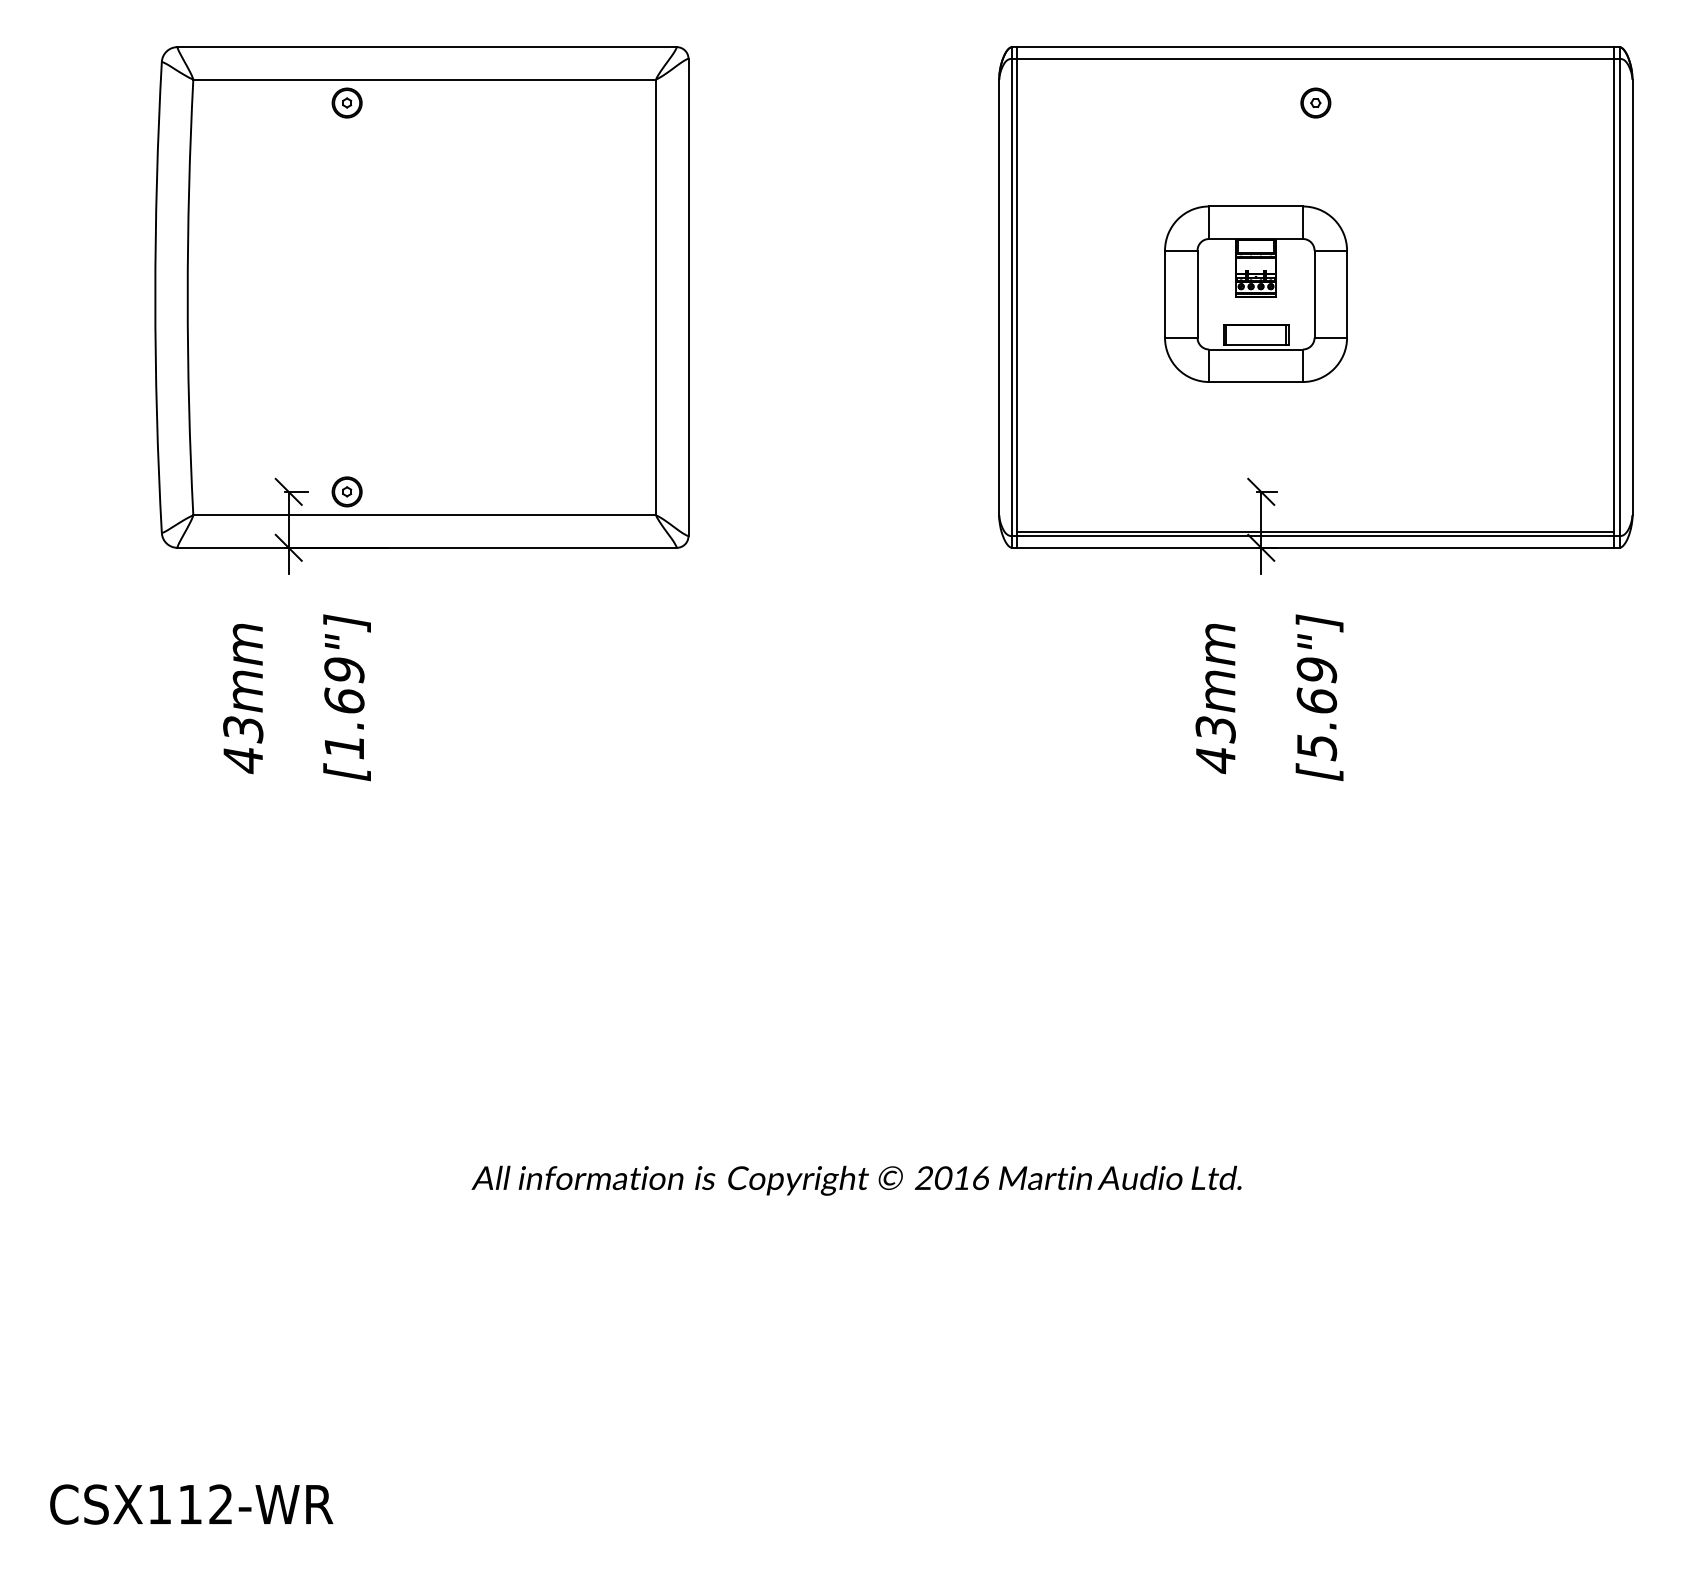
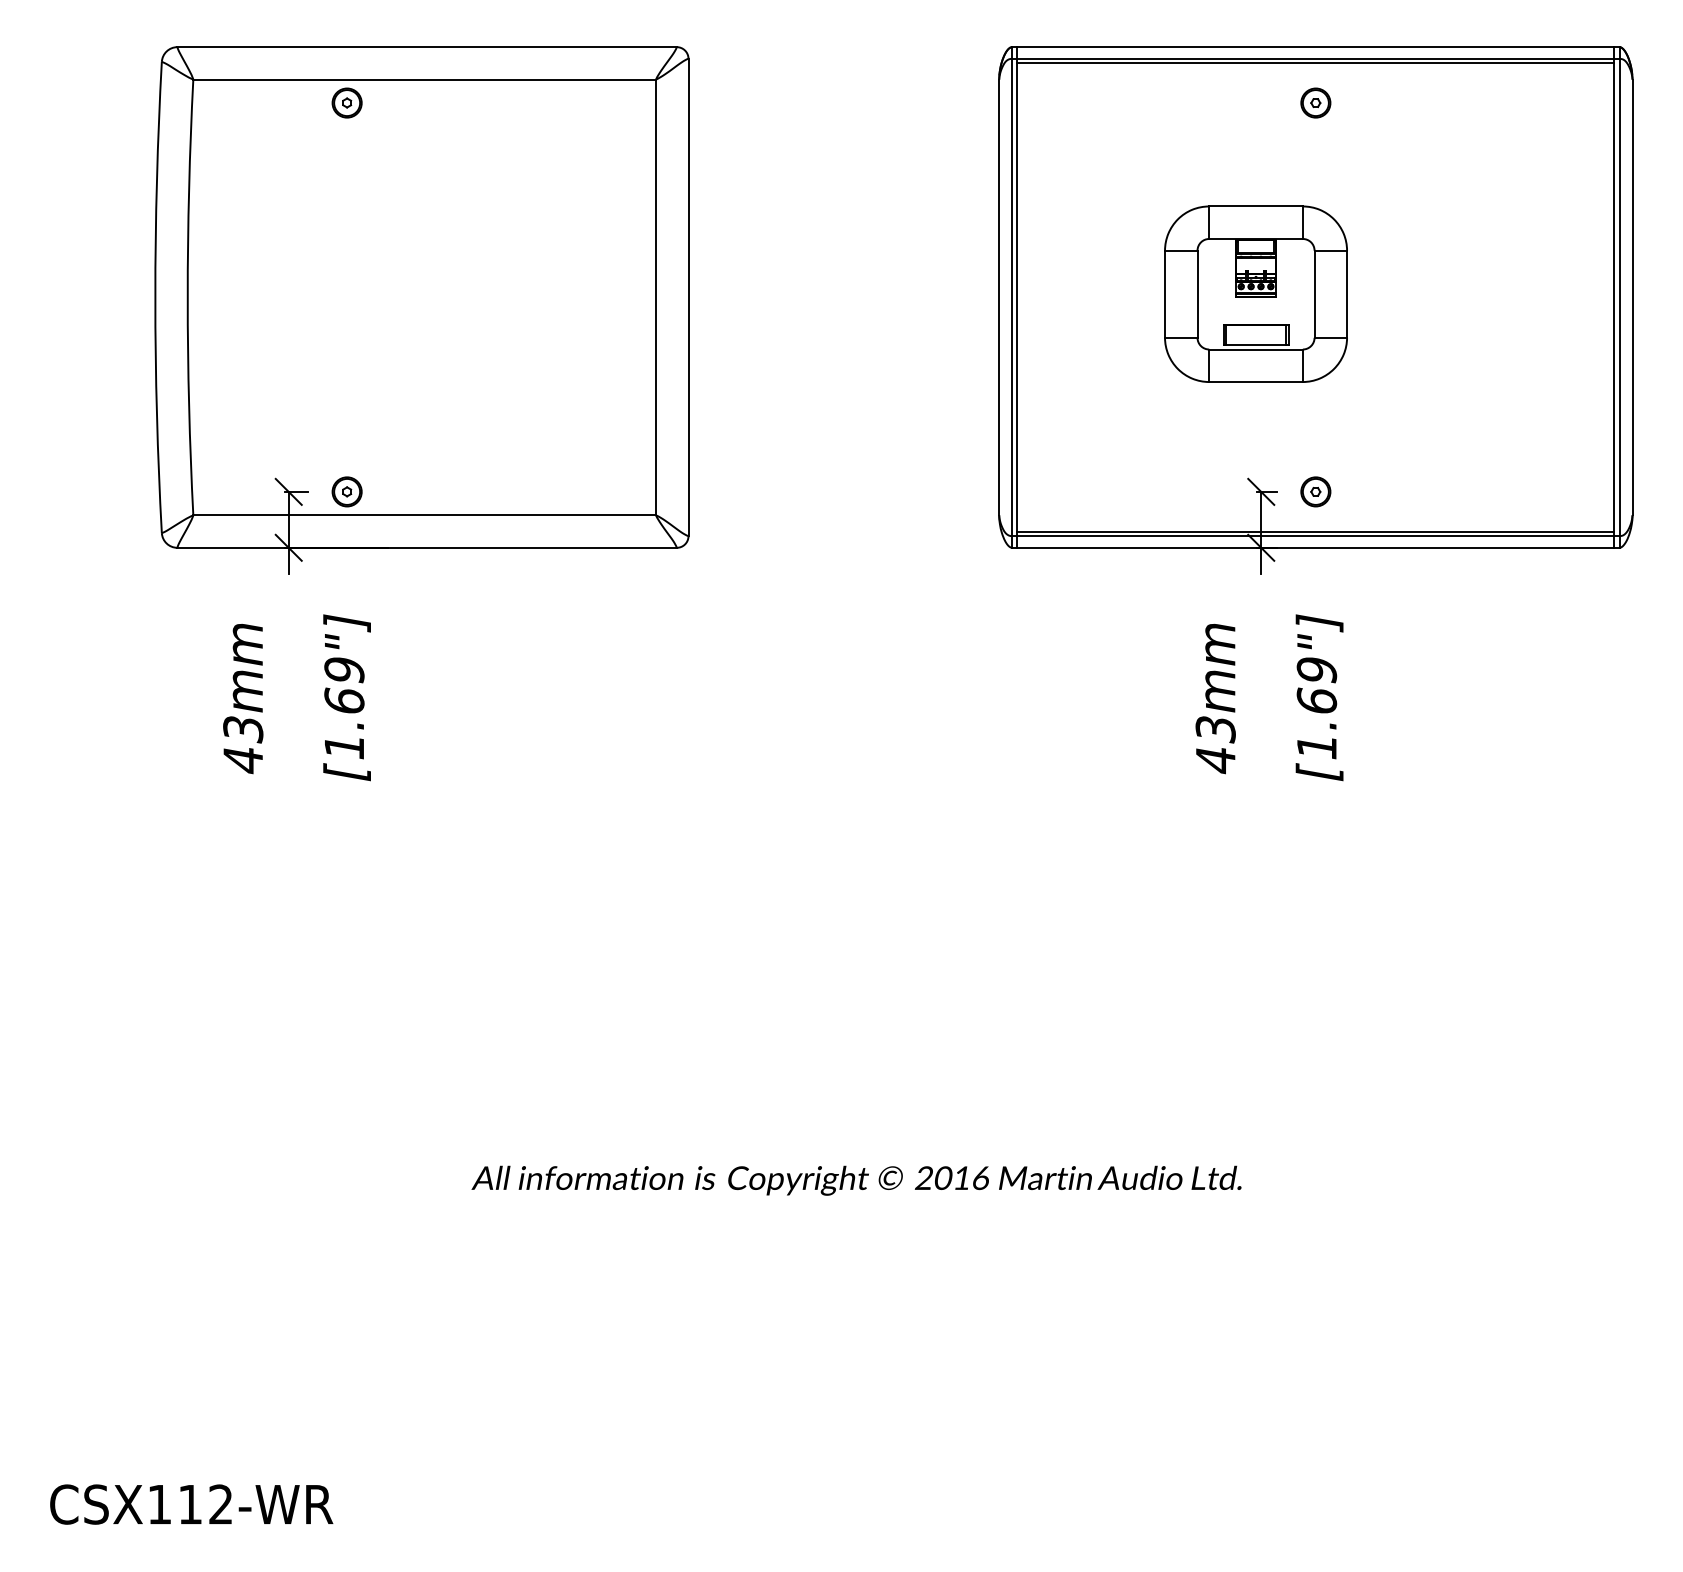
line at (1315, 62): none -> present
part at (1315, 491): none -> present
text at (1317, 747): [5.69"] -> [1.69"]
